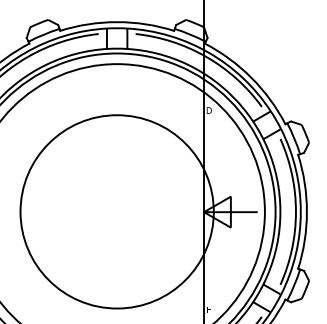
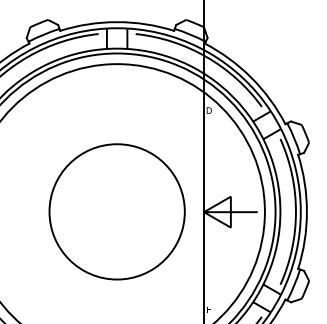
circle at (116, 211) diameter: 193 px -> 135 px
